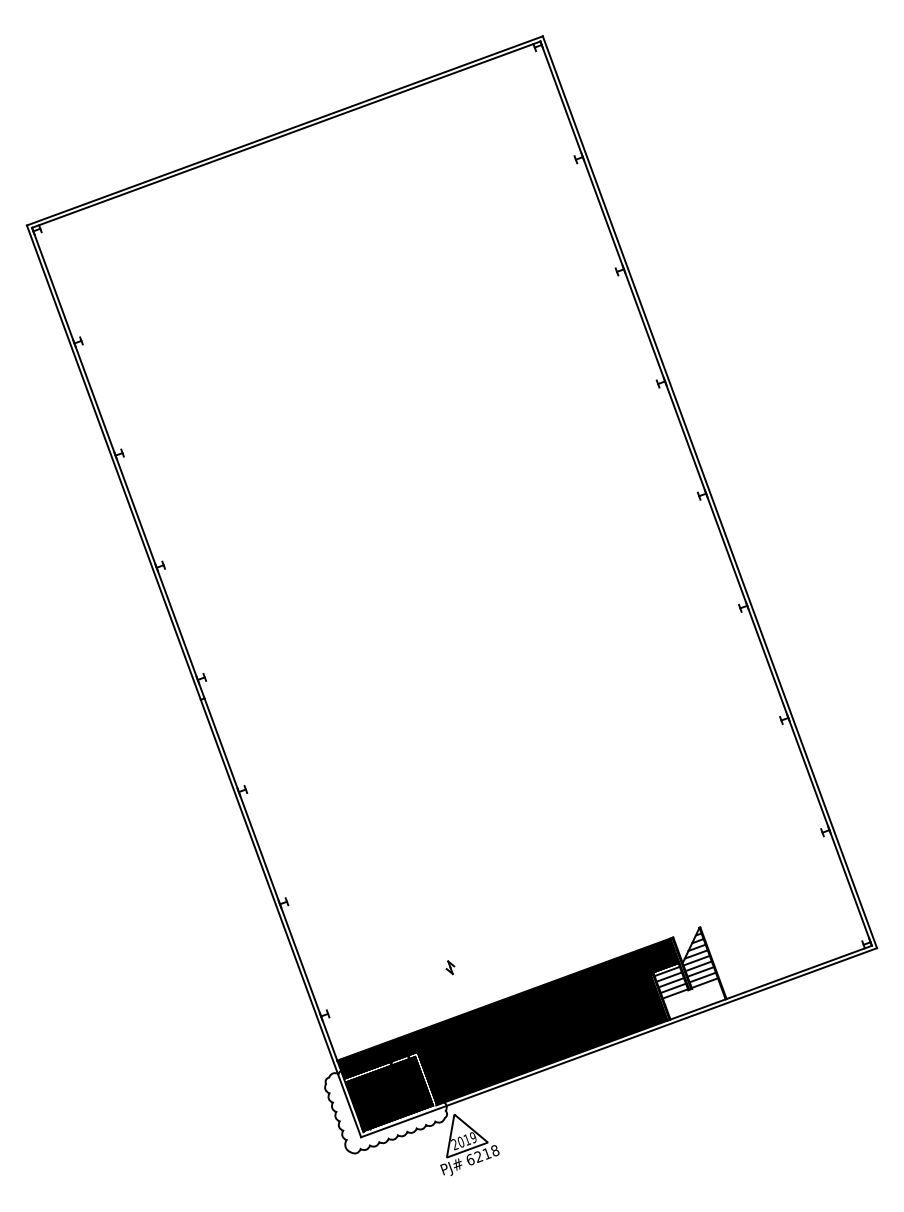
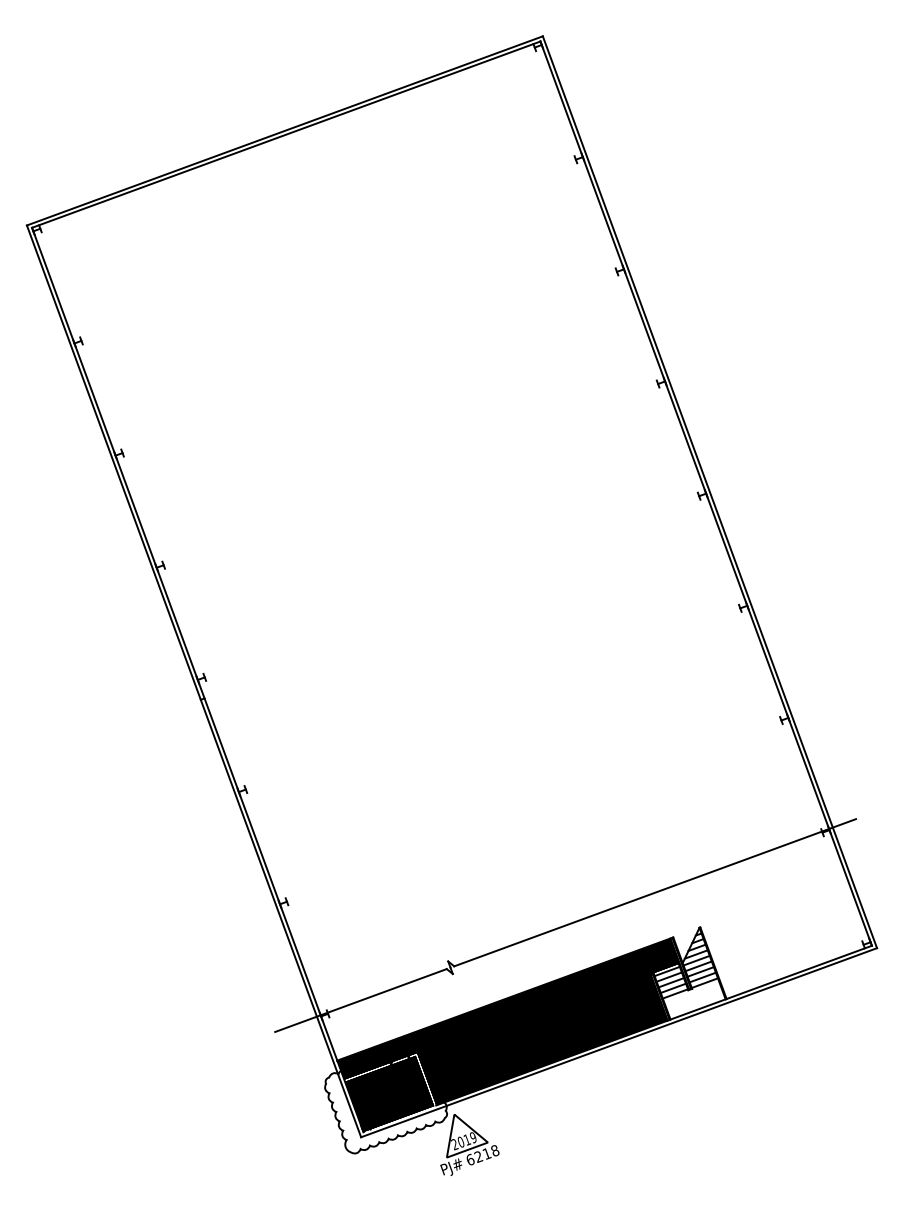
line at (655, 892): none -> present
line at (360, 1000): none -> present
